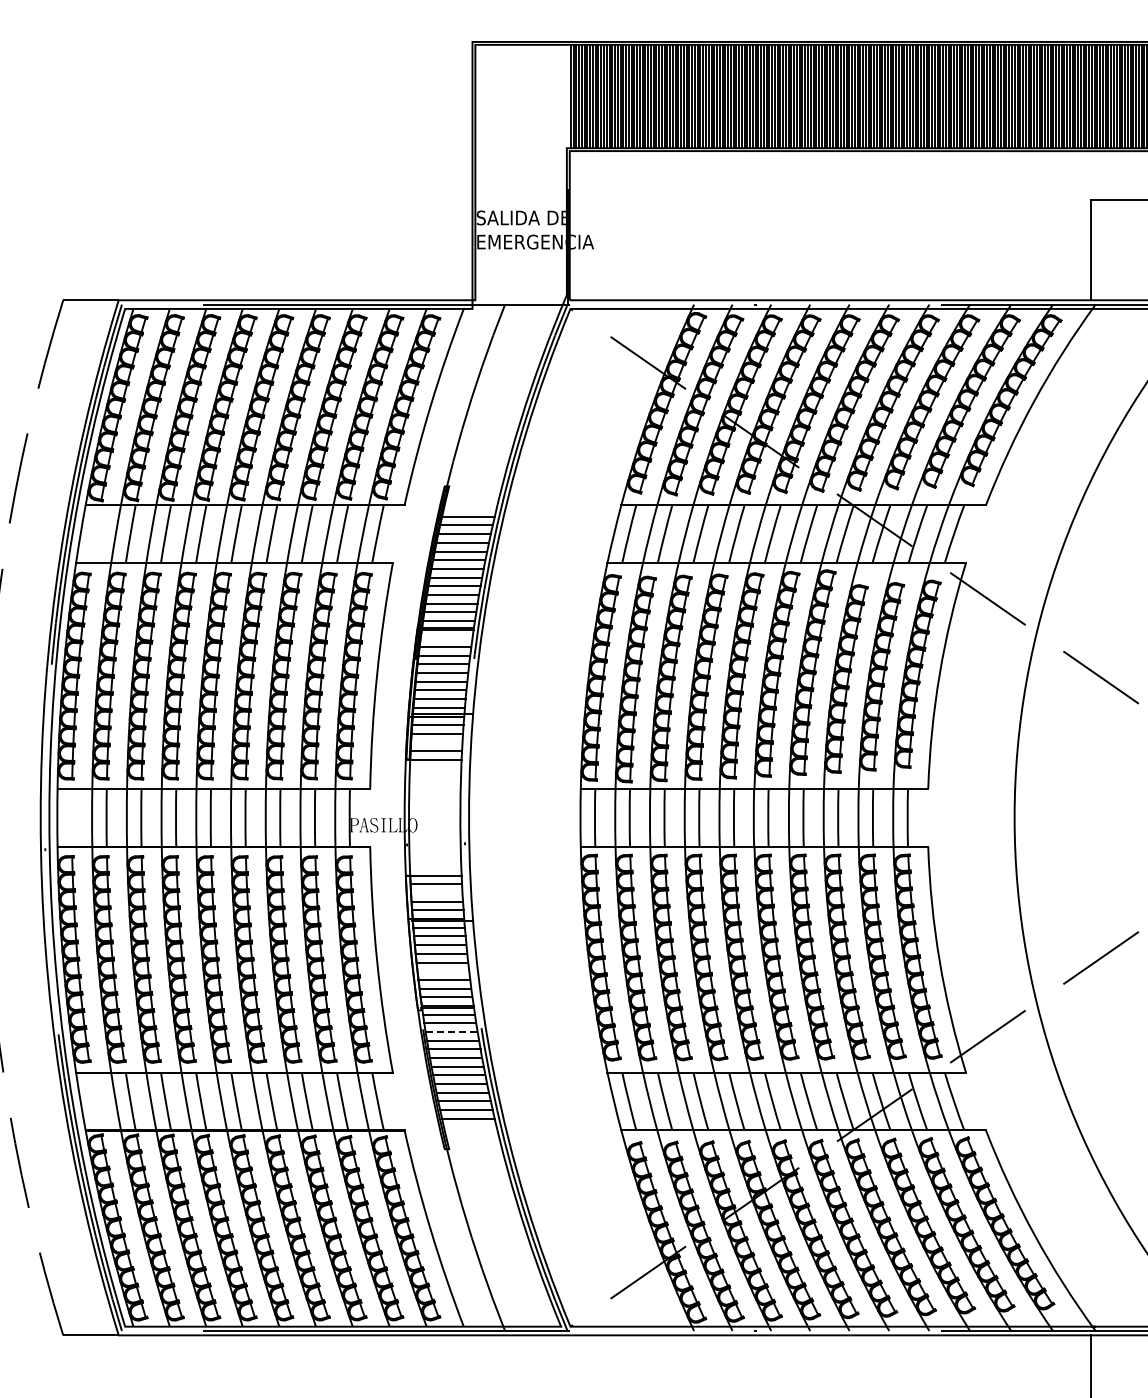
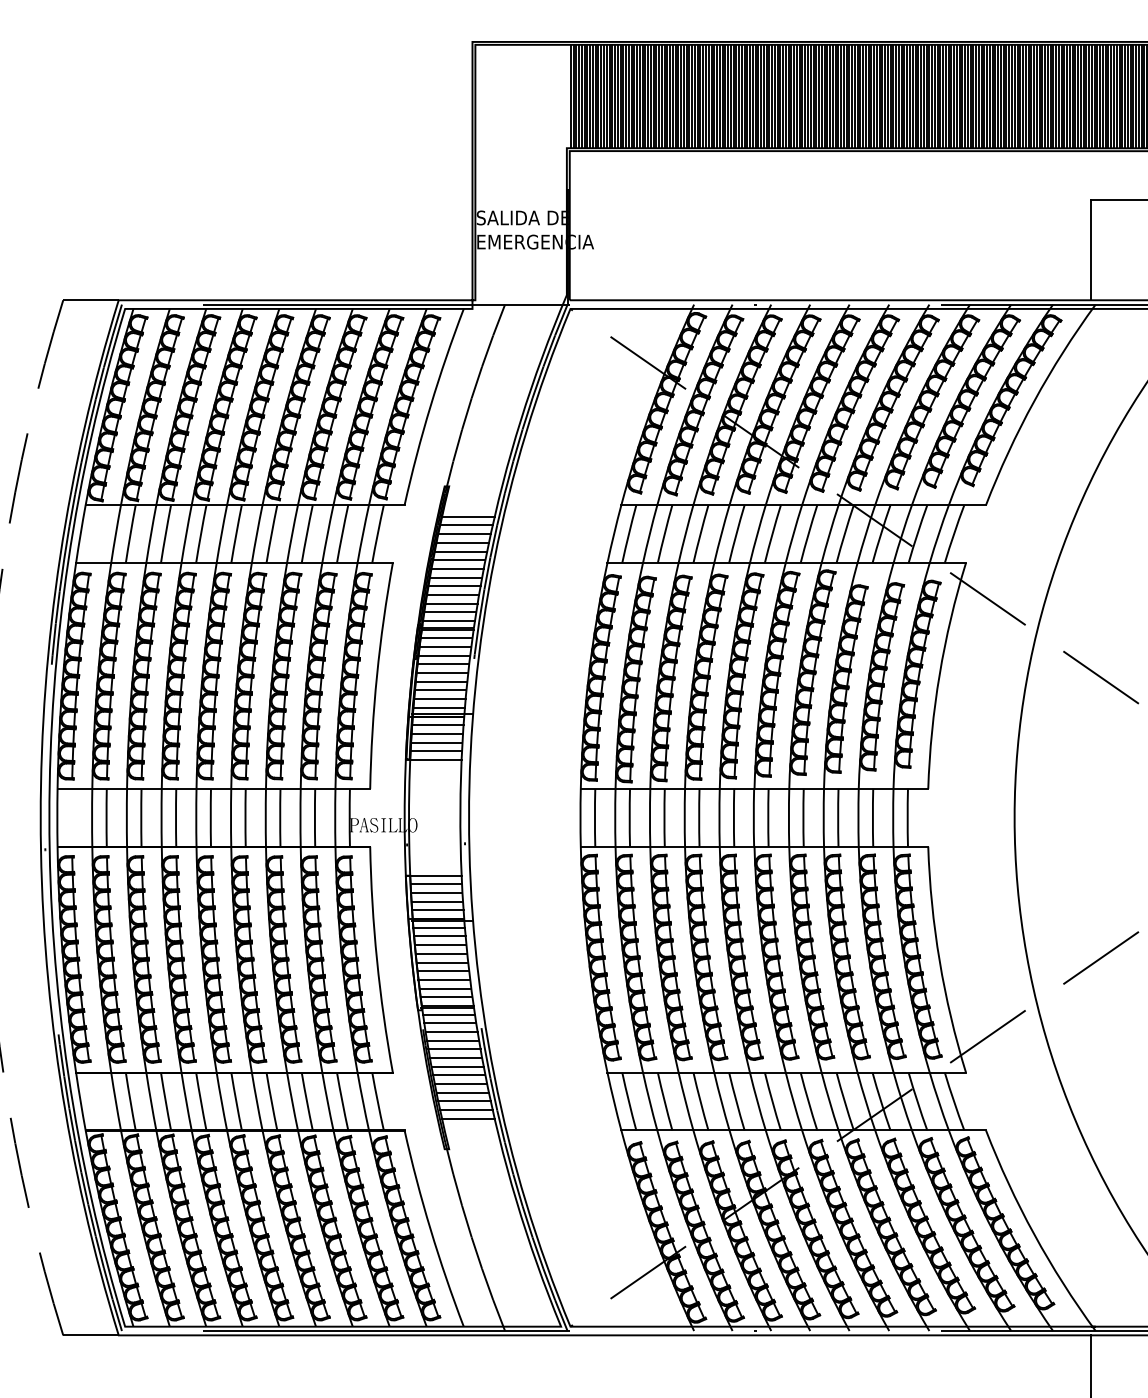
line at (446, 638): none -> present
line at (436, 742): none -> present
line at (436, 893): none -> present
line at (443, 971): none -> present
line at (452, 1031): dashed -> solid
